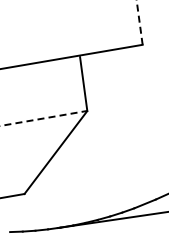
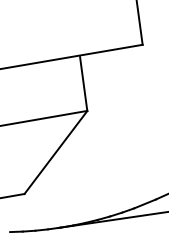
line at (139, 22): dashed -> solid
line at (44, 118): dashed -> solid
